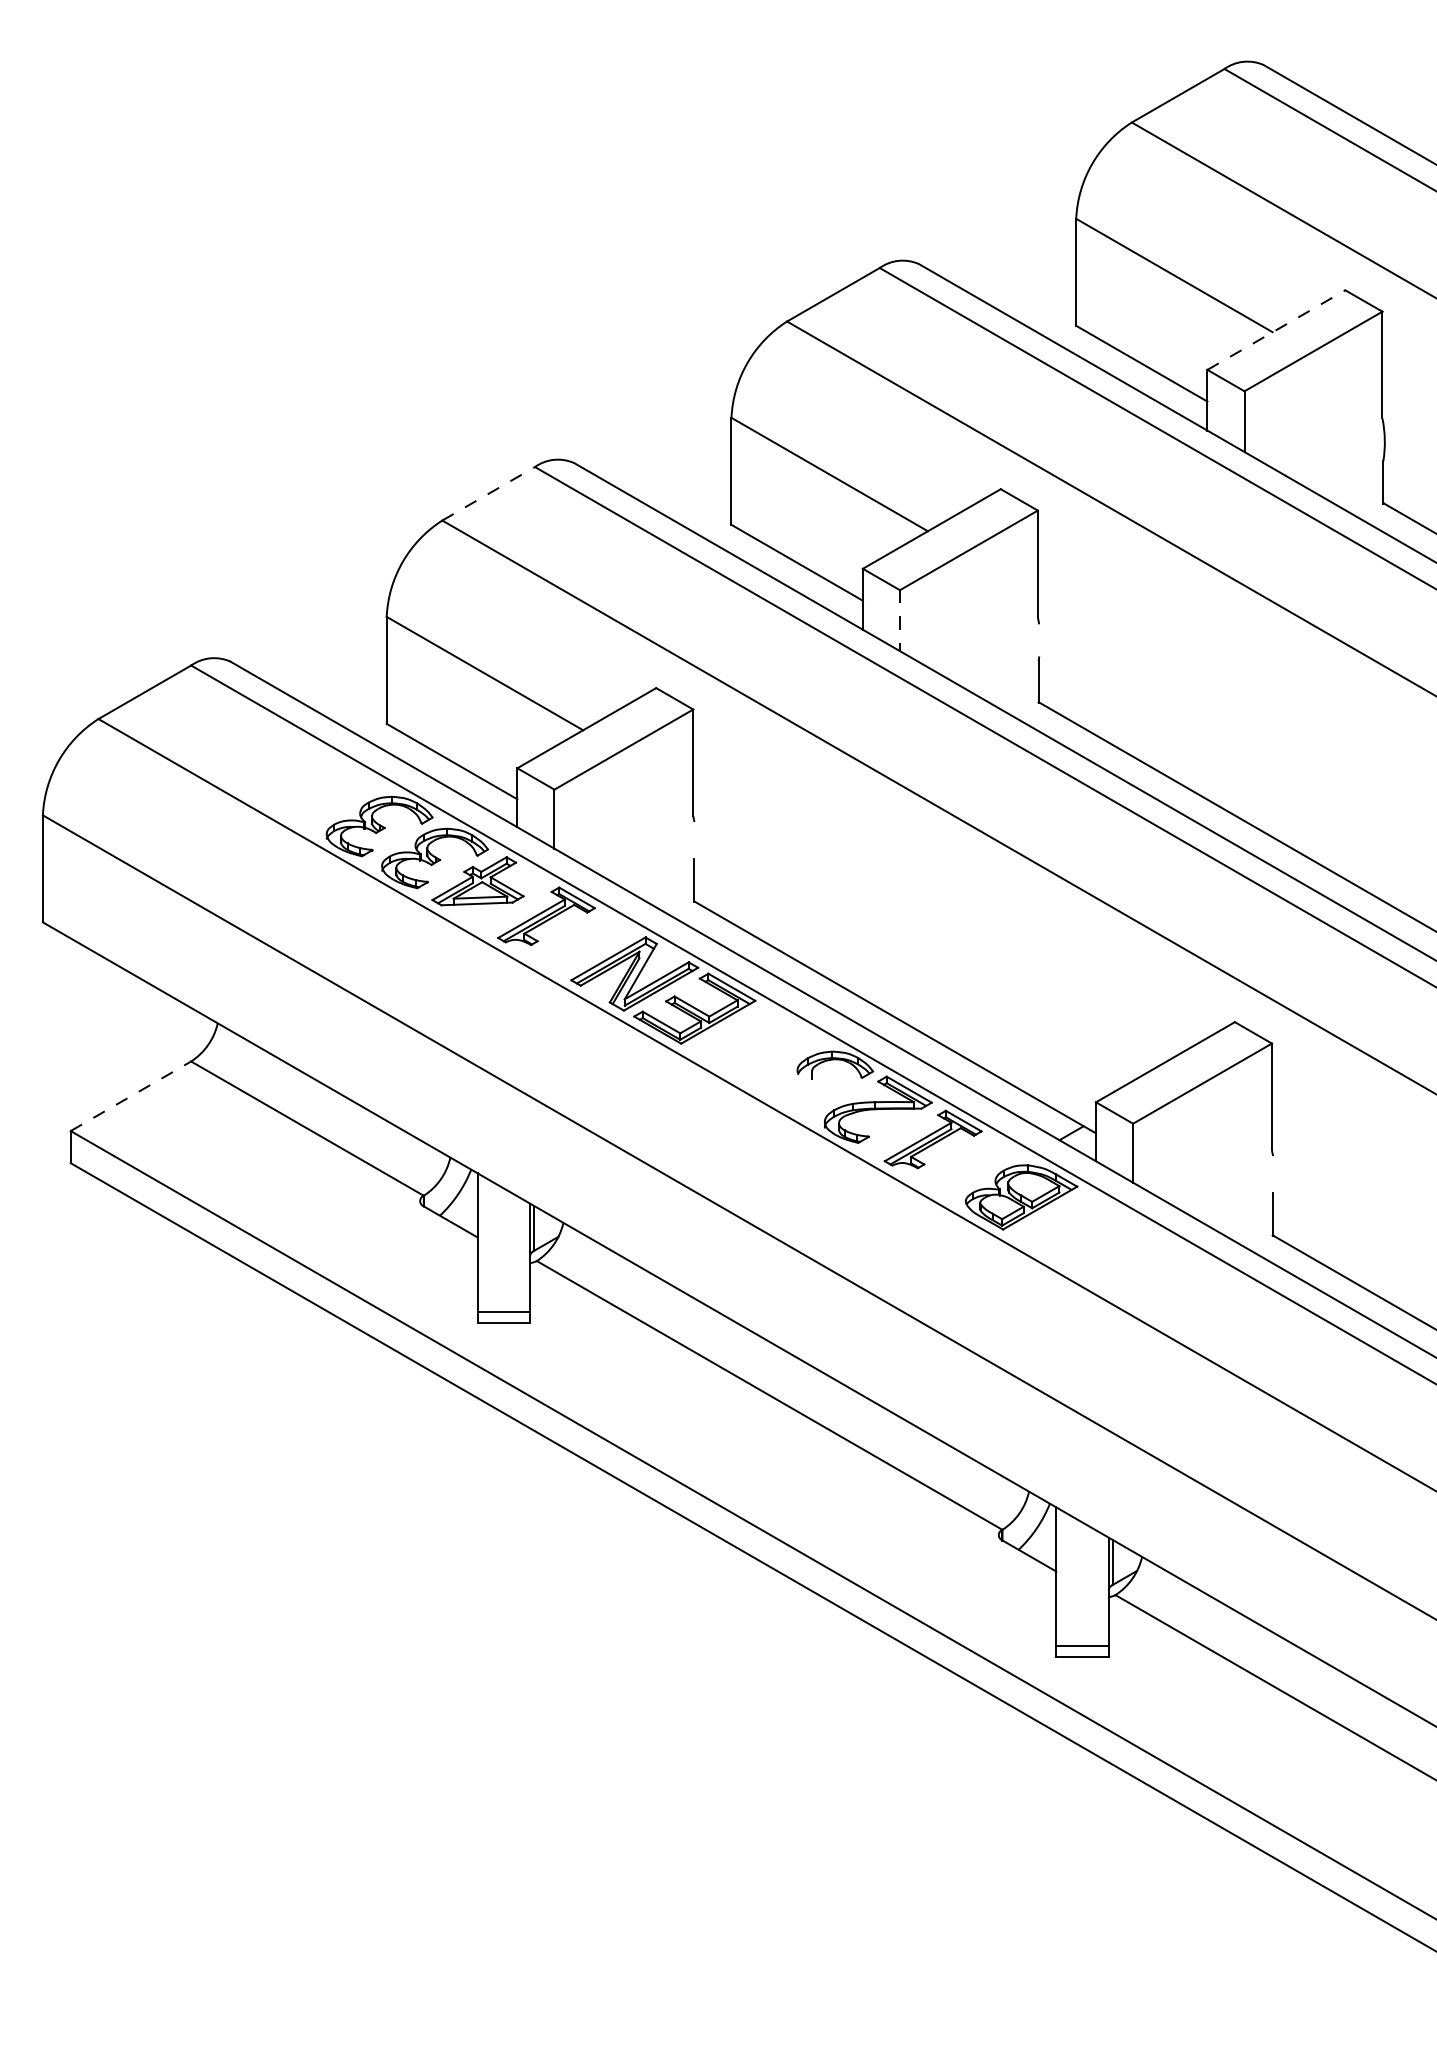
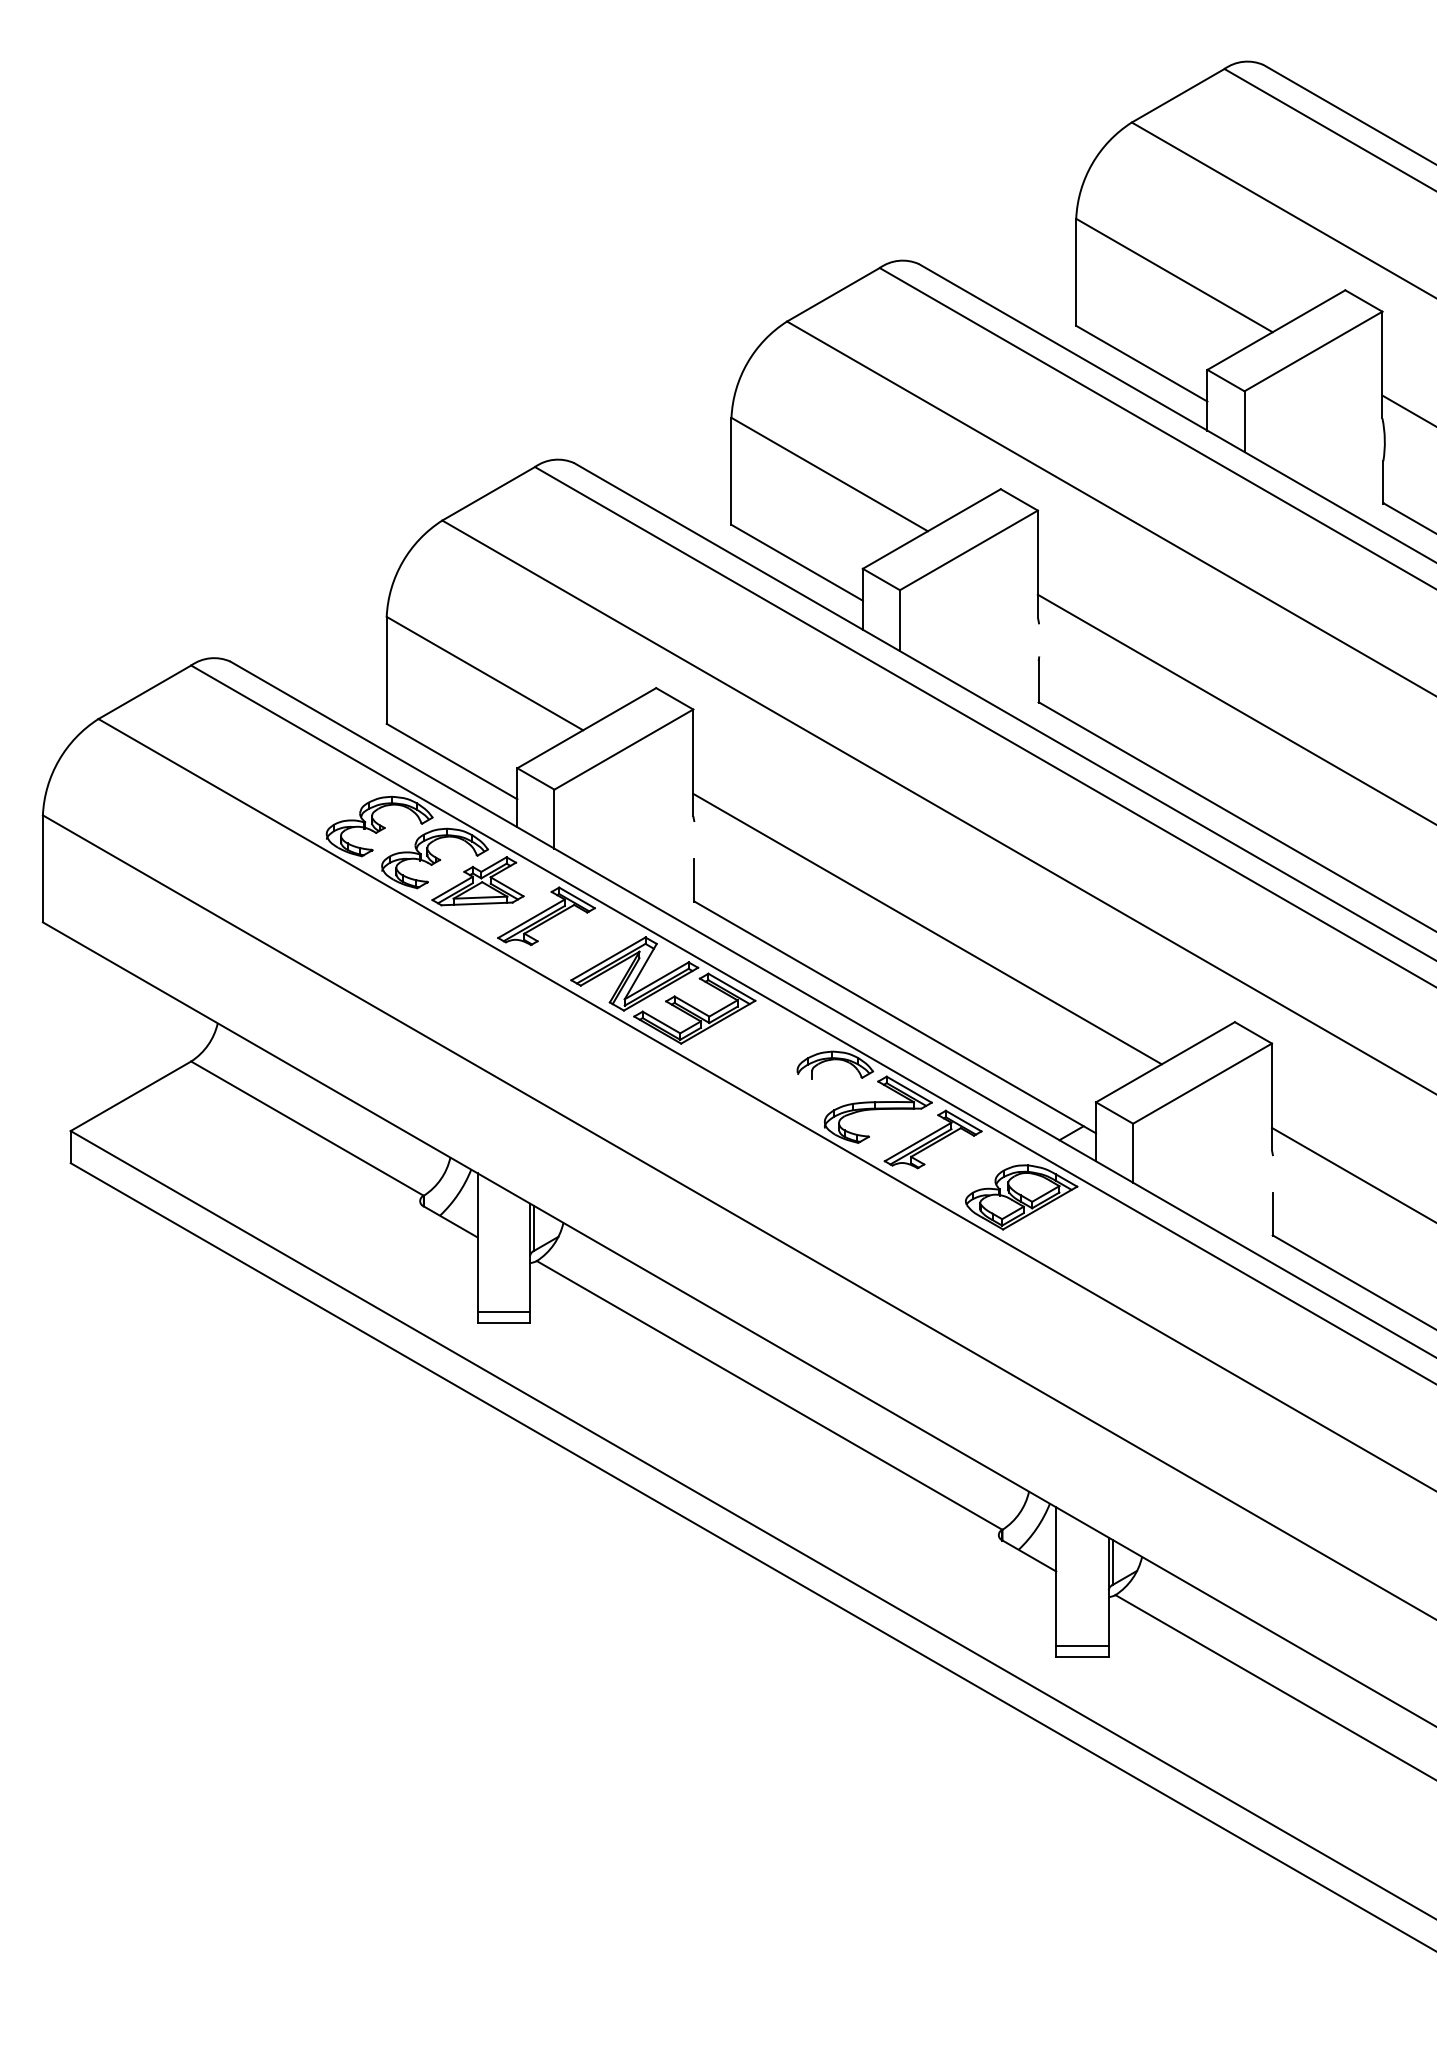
line at (1276, 330): dashed -> solid
line at (1407, 410): none -> present
line at (488, 493): dashed -> solid
line at (899, 621): dashed -> solid
line at (1235, 708): none -> present
line at (927, 928): none -> present
line at (130, 1096): dashed -> solid
line at (1352, 1174): none -> present
